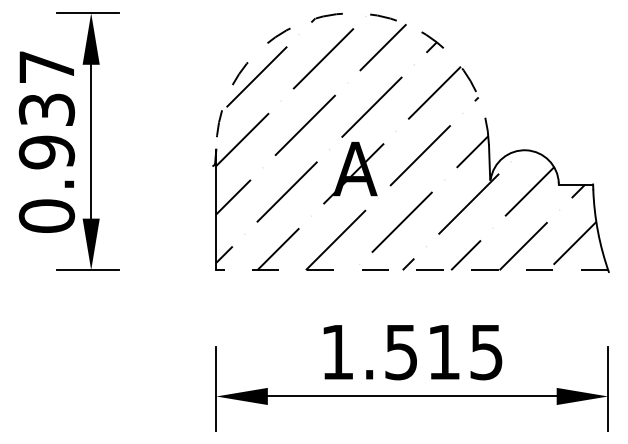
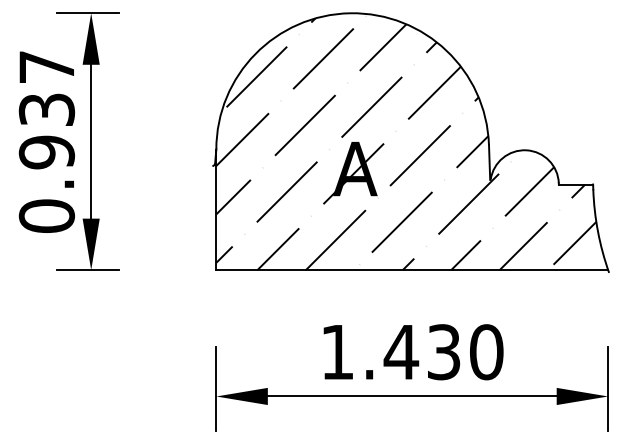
arc at (350, 13): dashed -> solid
line at (412, 270): dashed -> solid
text at (443, 352): 1.515 -> 1.430
